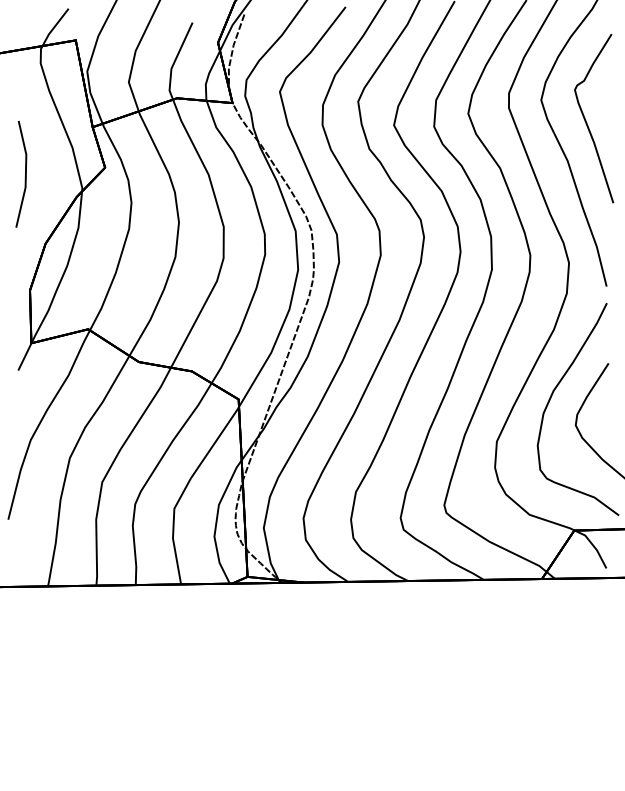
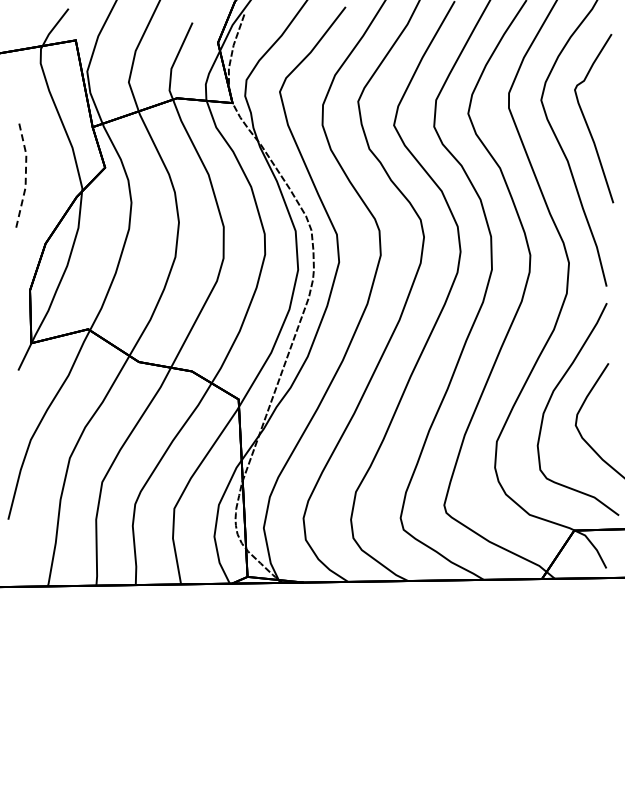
line at (25, 174): solid -> dashed
